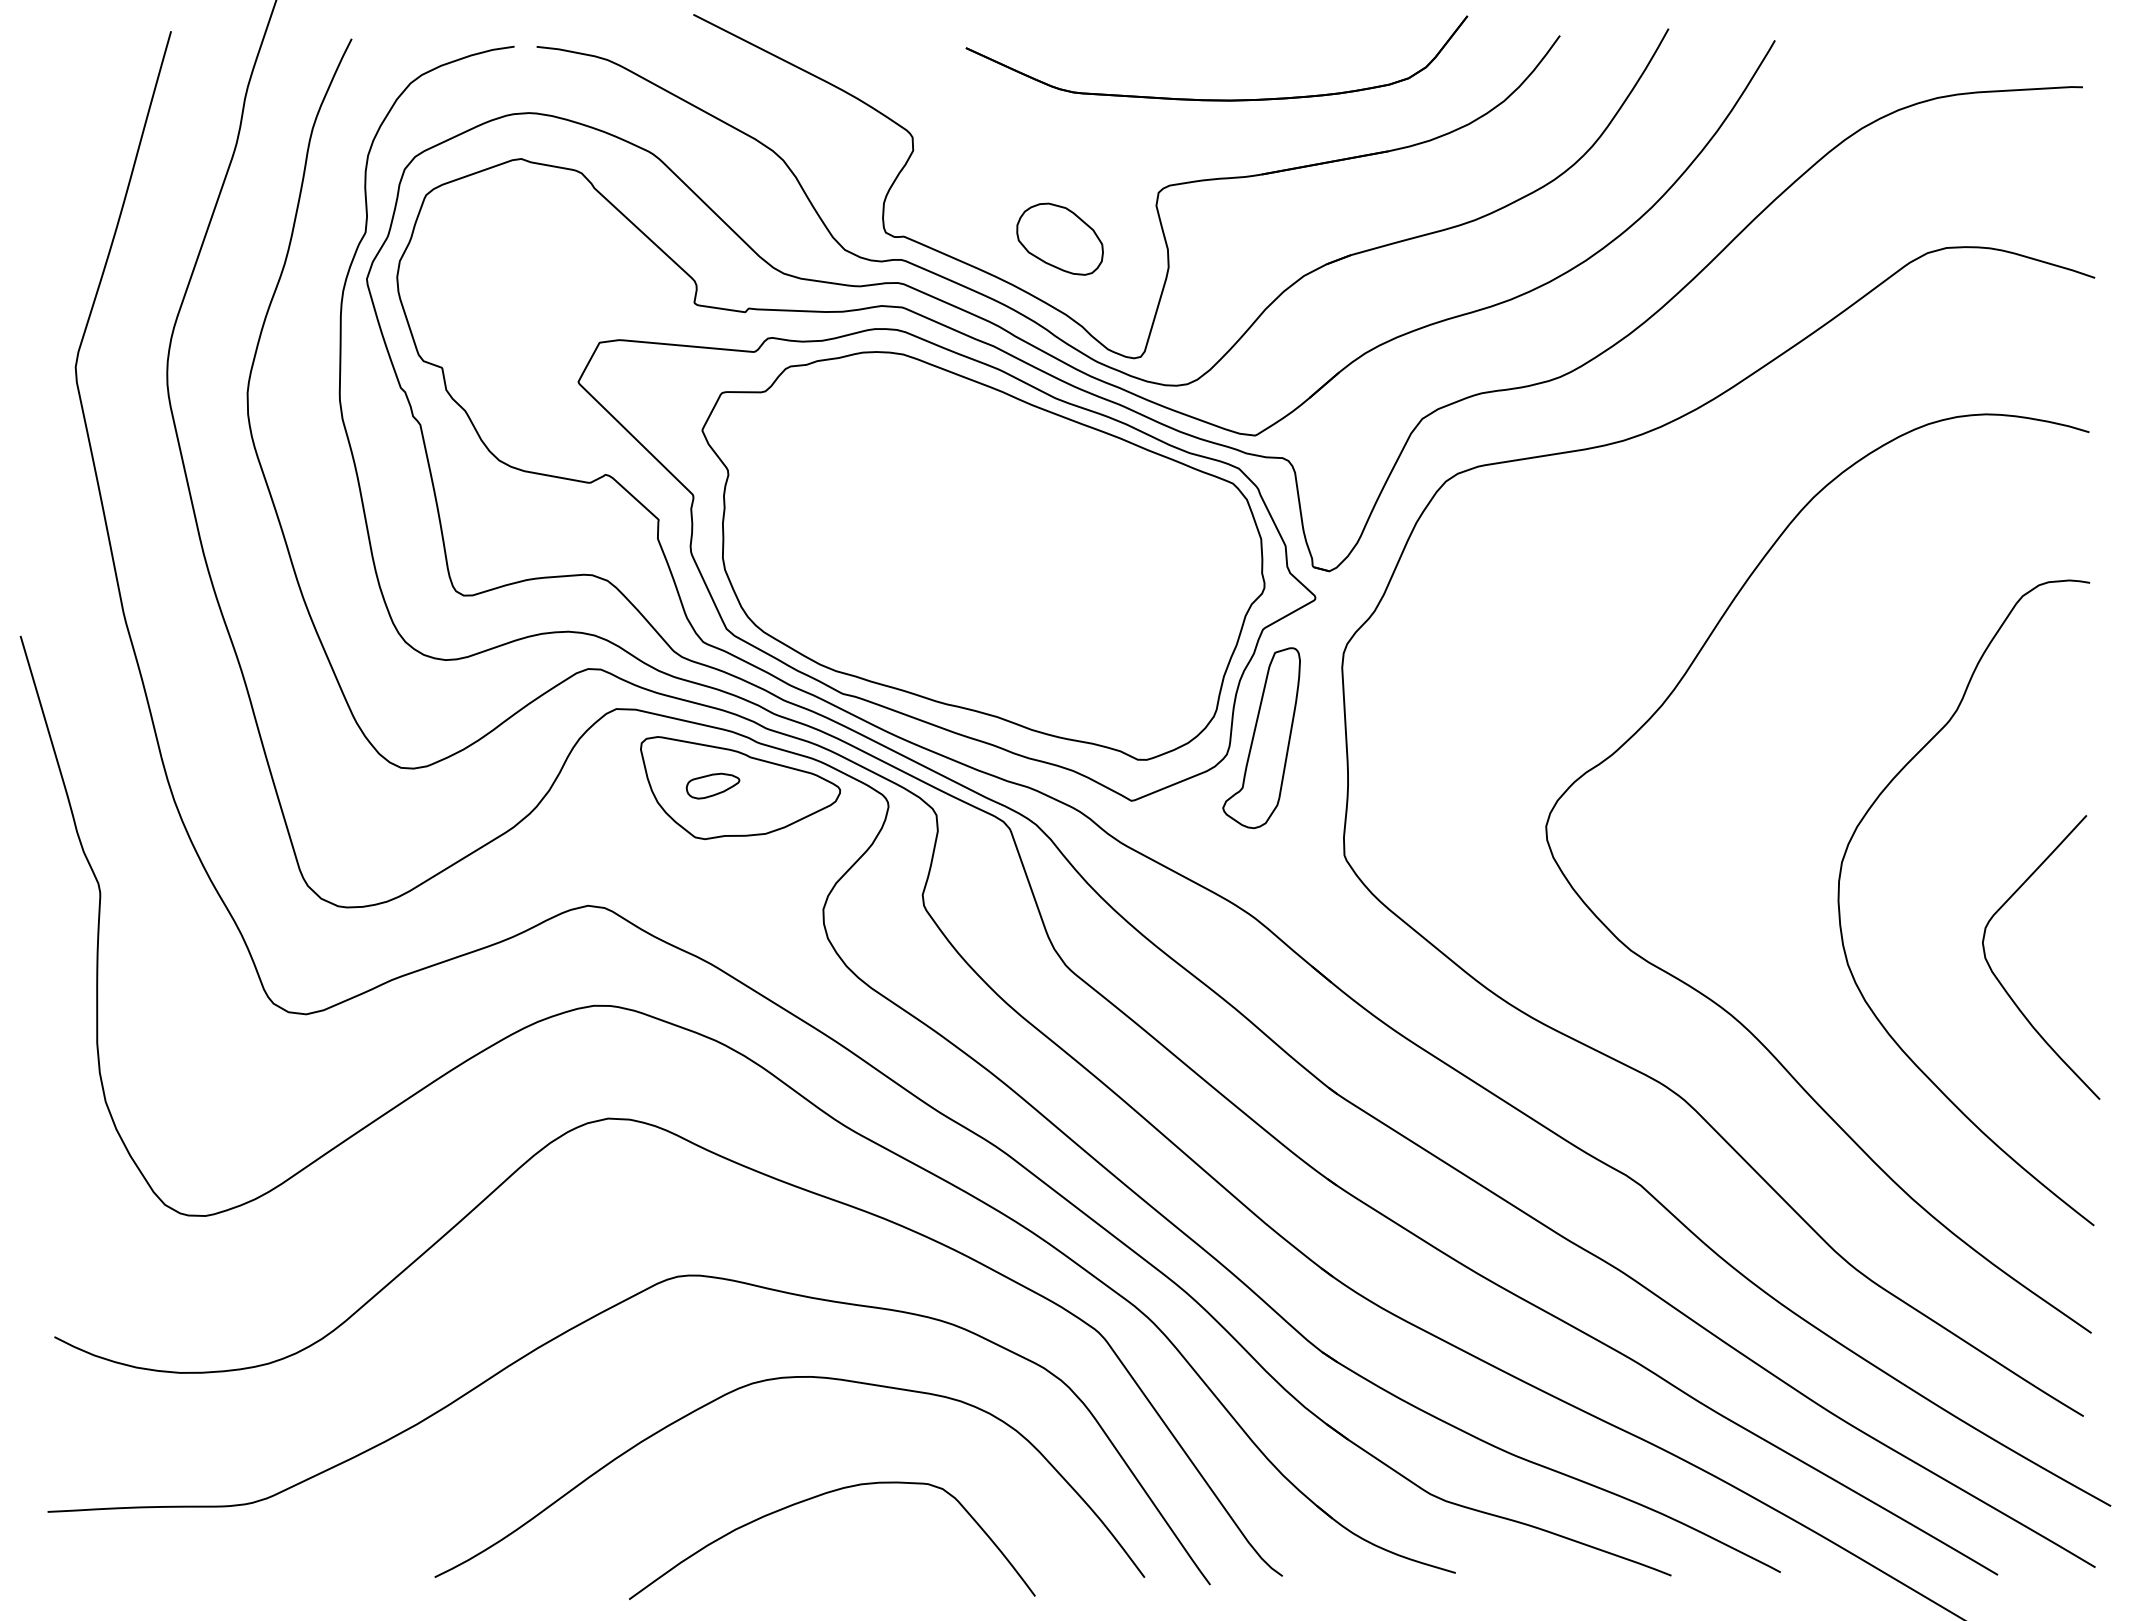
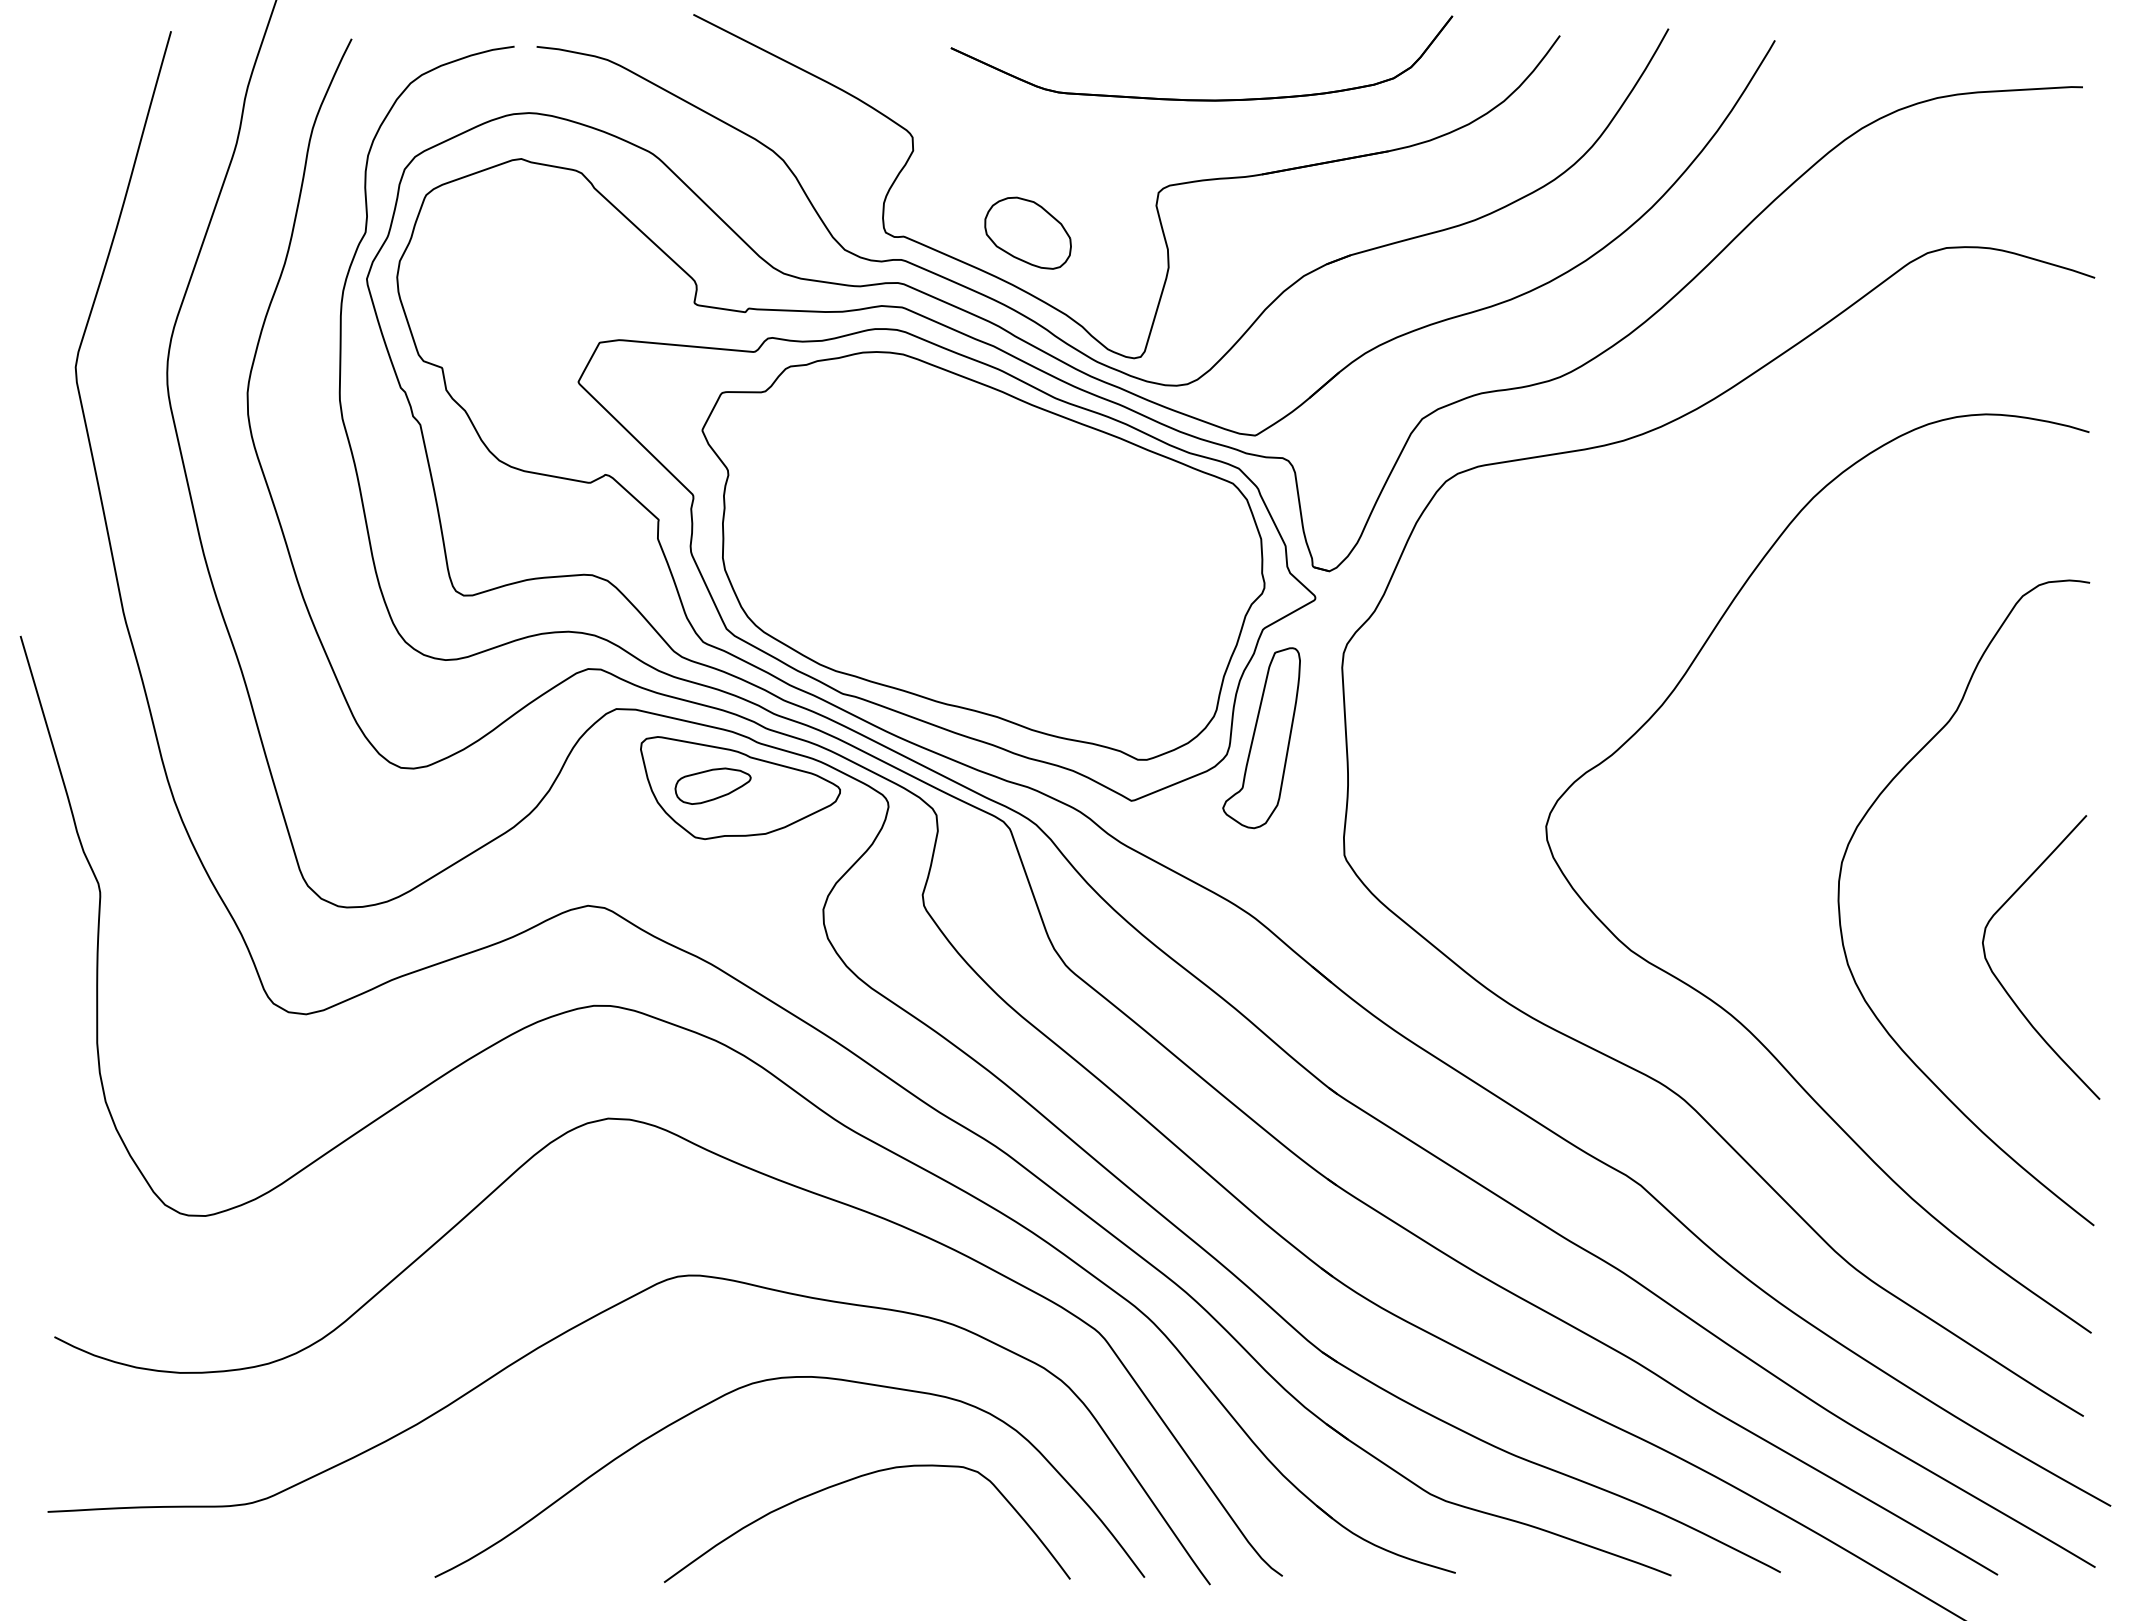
part at (1216, 99) position: (1216, 99) -> (1201, 99)
part at (1059, 238) position: (1059, 238) -> (1027, 232)
part at (712, 785) size: 56x28 px -> 78x38 px
curve at (817, 1497) position: (817, 1497) -> (852, 1480)
